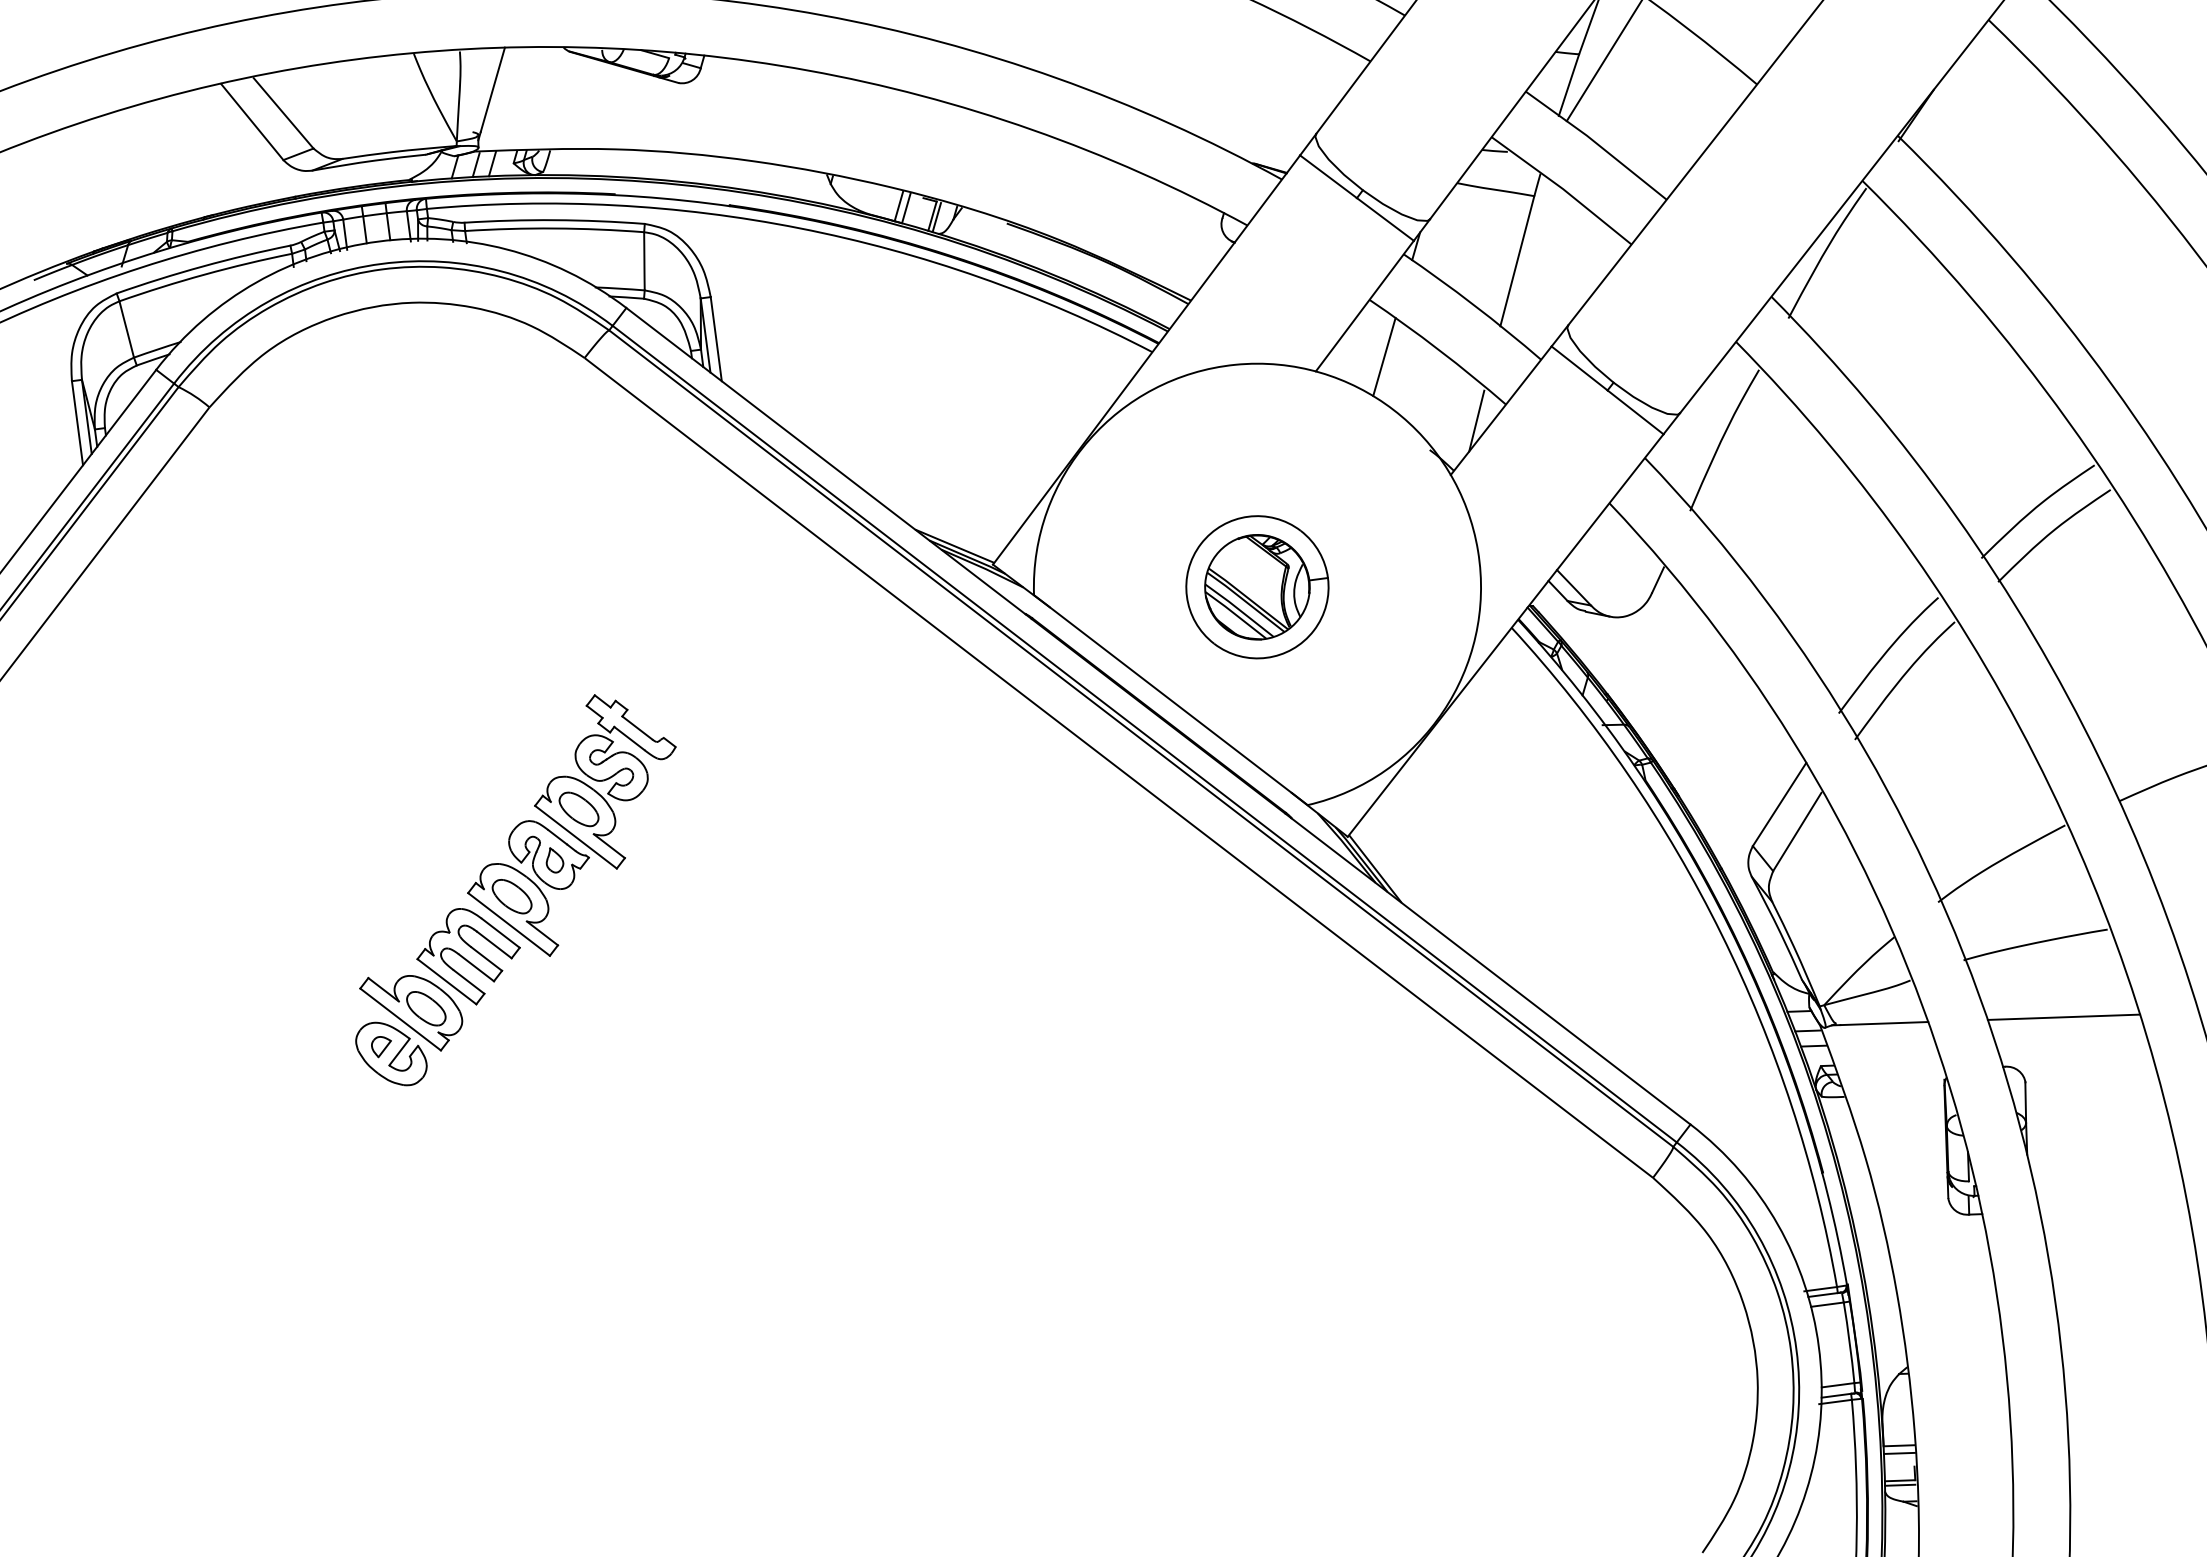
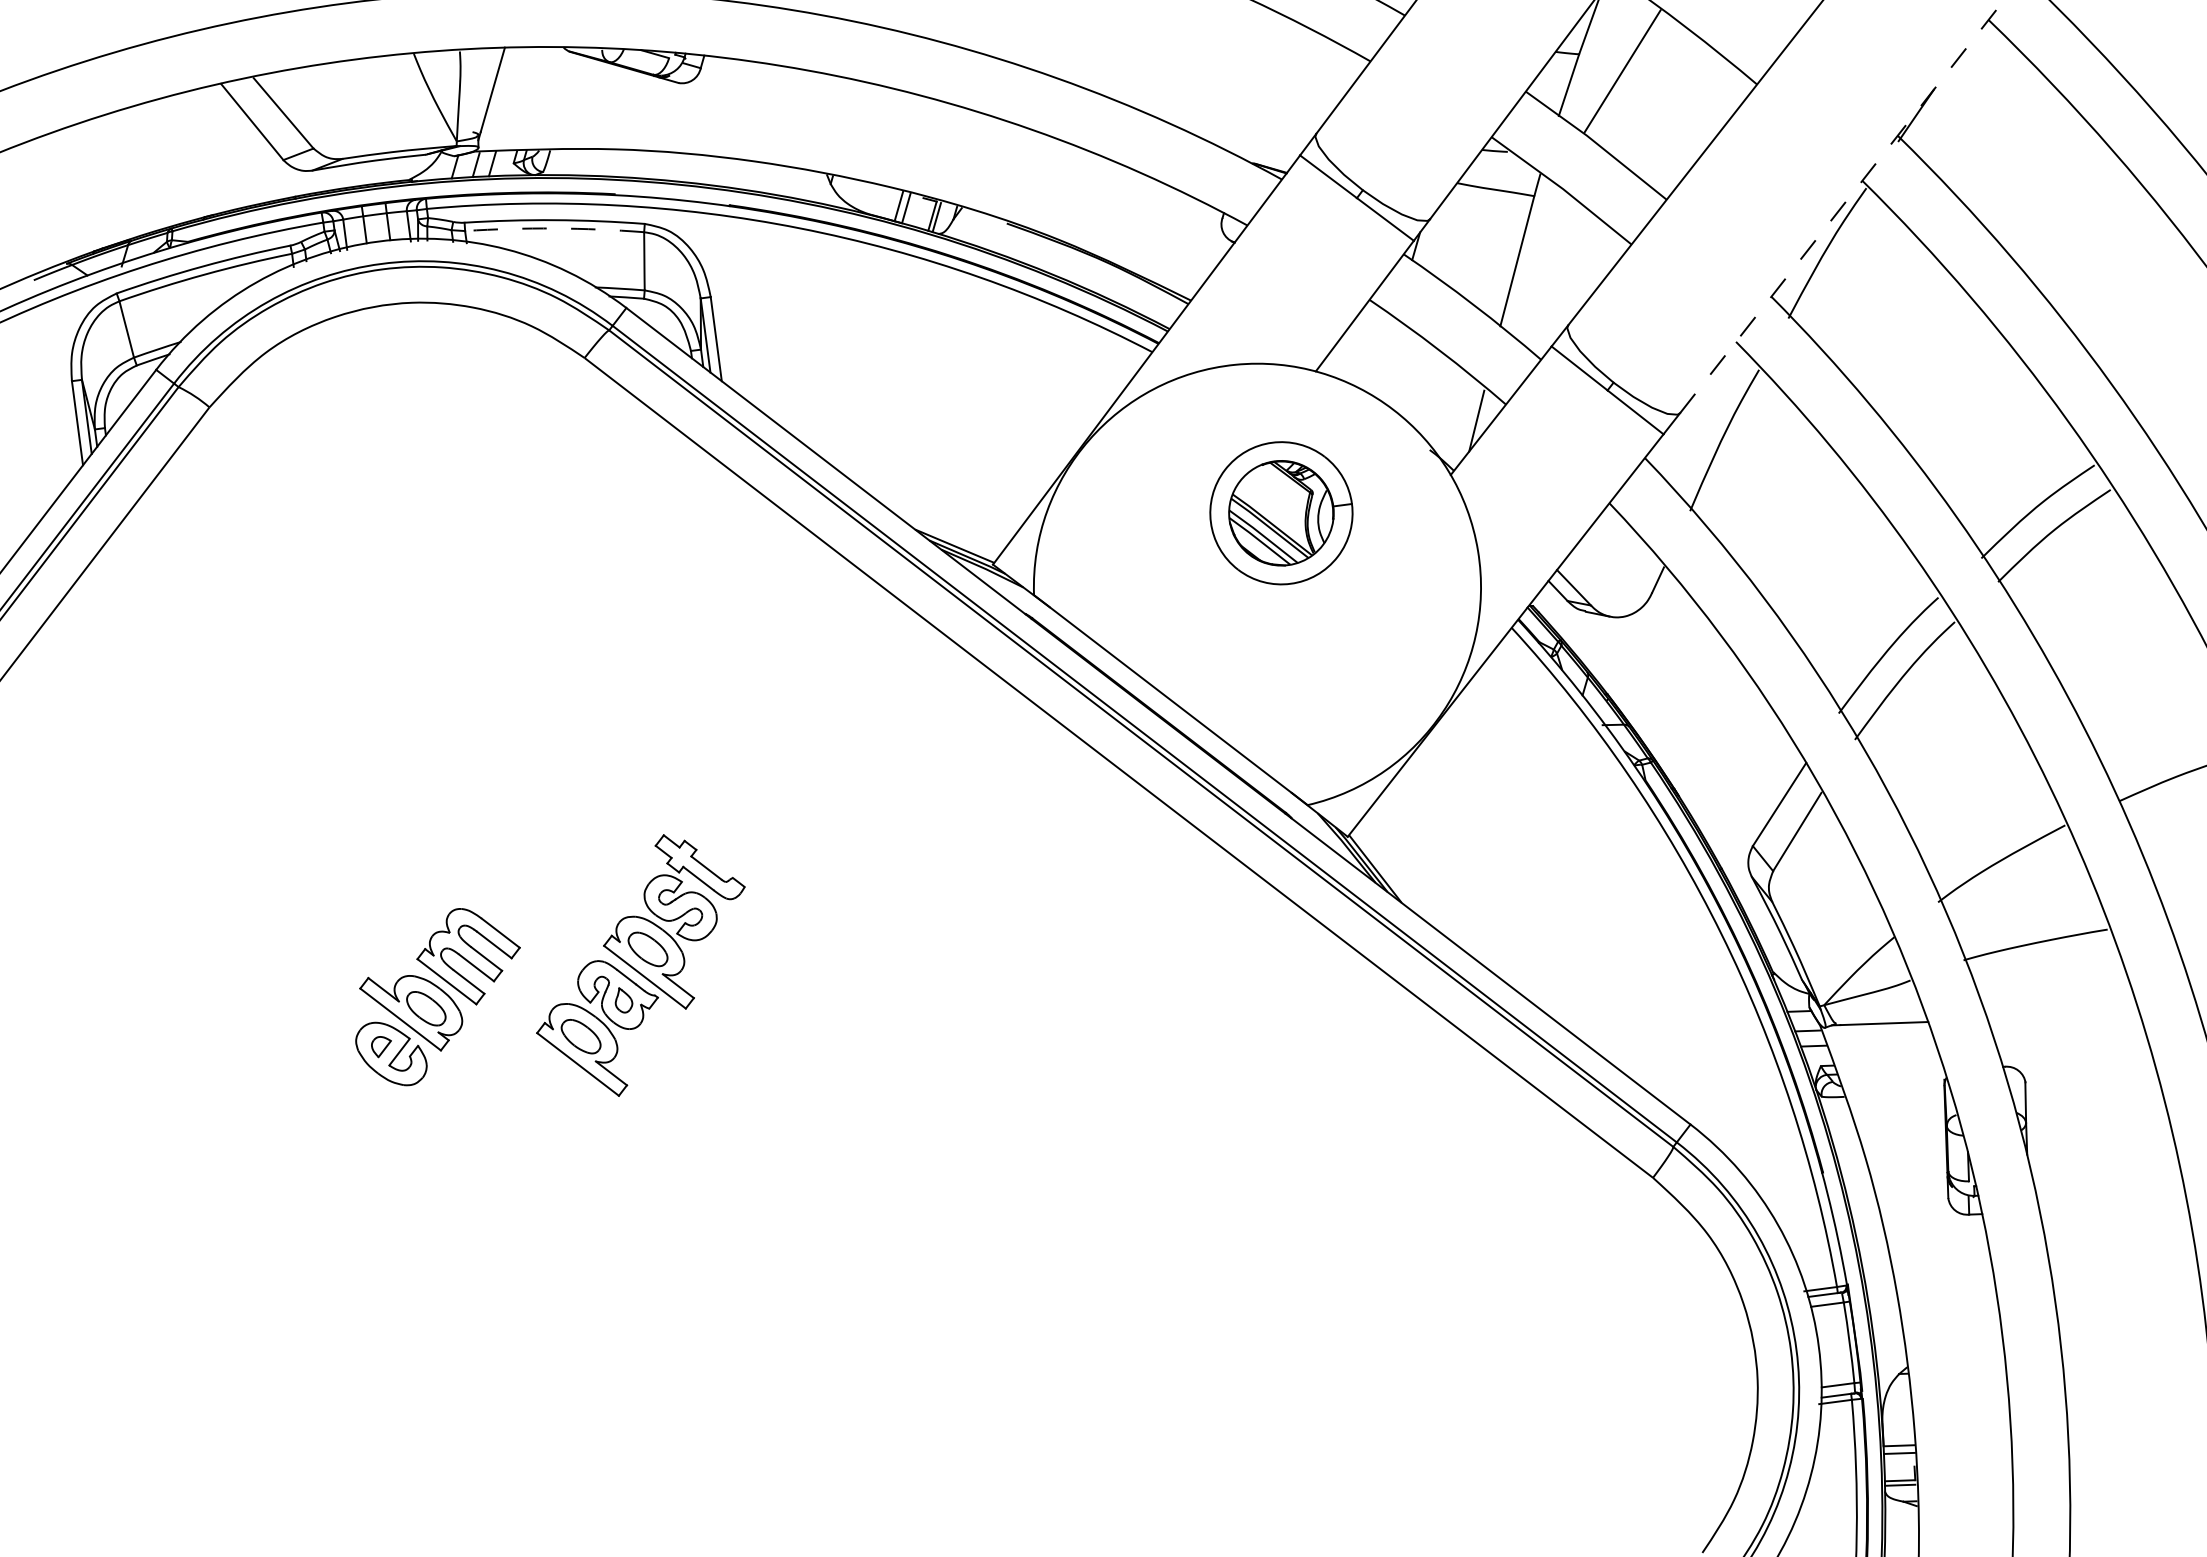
line at (1603, 61) position: (1603, 61) -> (1622, 71)
line at (1842, 206): solid -> dashed
arc at (554, 228): solid -> dashed
line at (1384, 357): present -> none
part at (1257, 587) position: (1257, 587) -> (1281, 513)
part at (571, 825) position: (571, 825) -> (640, 965)
line at (2063, 1016): present -> none
